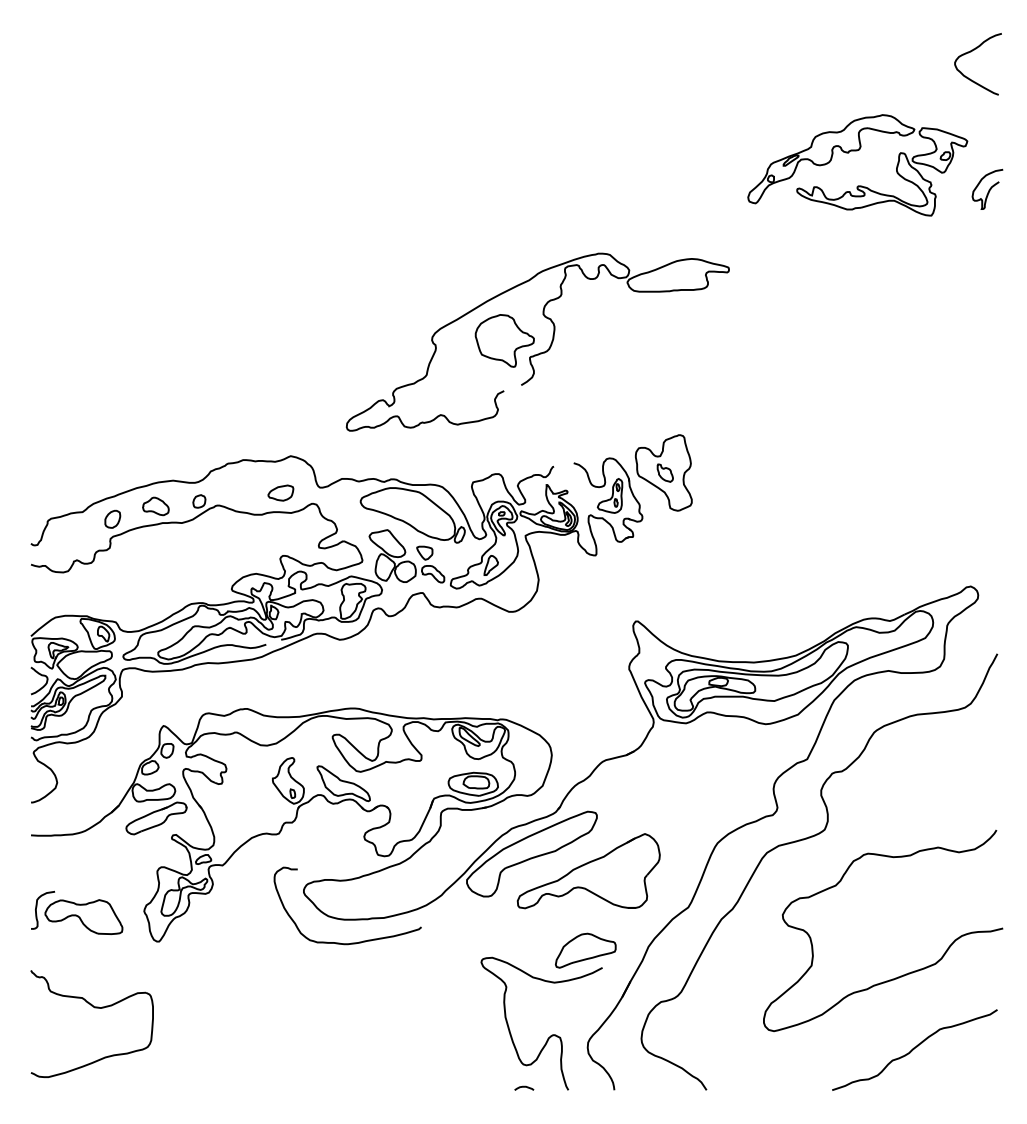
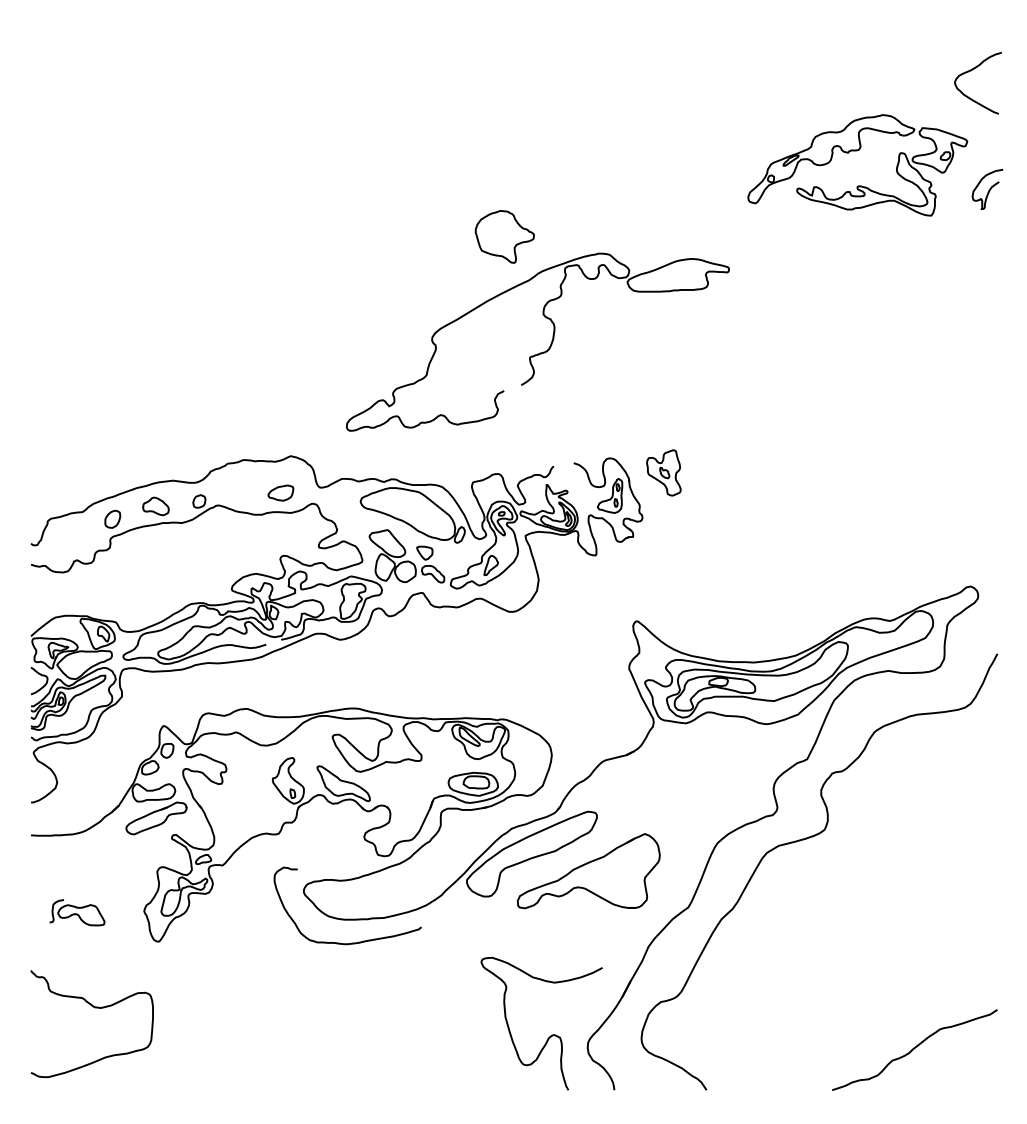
curve at (971, 52) position: (971, 52) -> (971, 71)
part at (504, 340) position: (504, 340) -> (504, 236)
part at (663, 472) size: 58x78 px -> 36x48 px
part at (77, 912) size: 93x45 px -> 57x28 px
part at (585, 950): present -> none
curve at (900, 975): present -> none
curve at (524, 1087): present -> none
